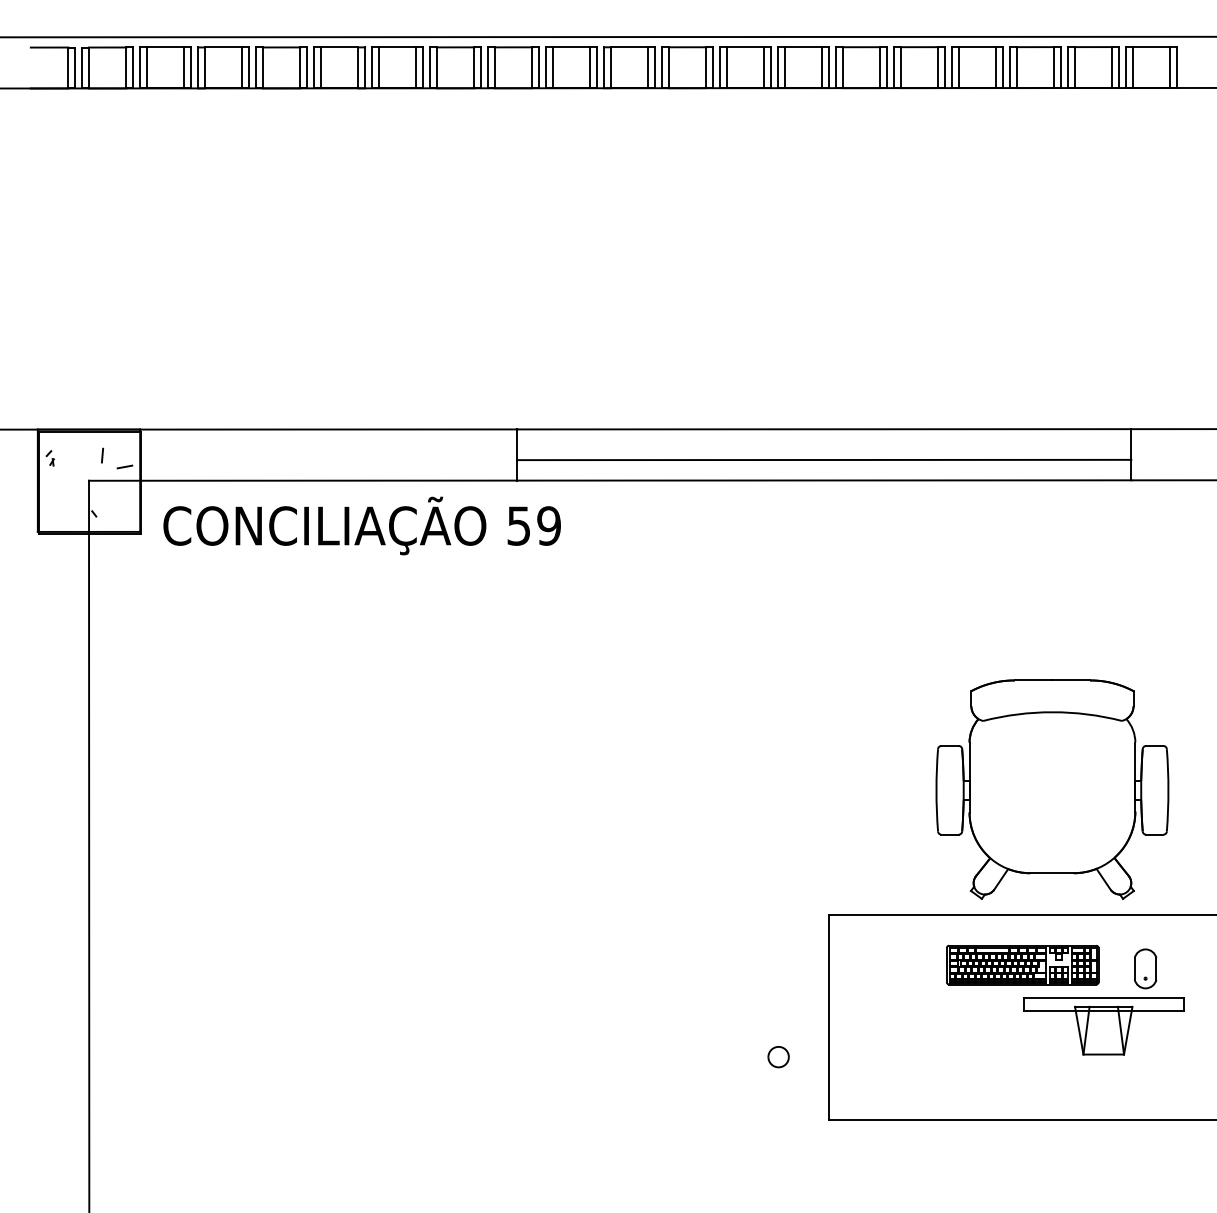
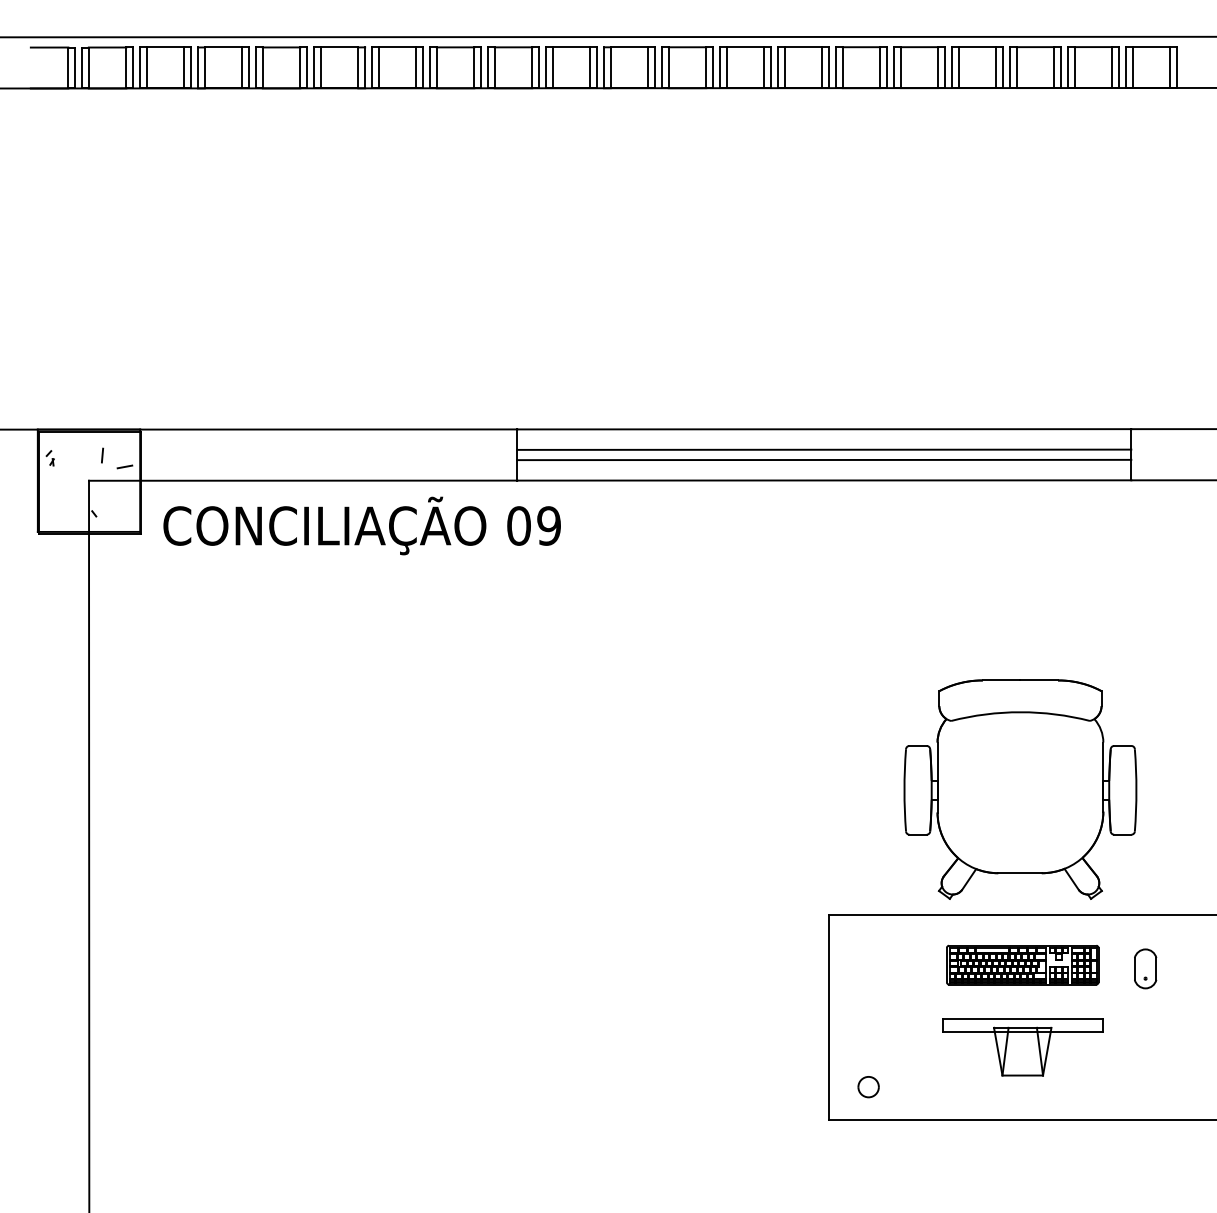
line at (824, 449): none -> present
text at (518, 525): 59 -> 09
part at (1052, 789) position: (1052, 789) -> (1020, 789)
part at (1103, 1026) position: (1103, 1026) -> (1022, 1047)
part at (778, 1057) position: (778, 1057) -> (868, 1087)
